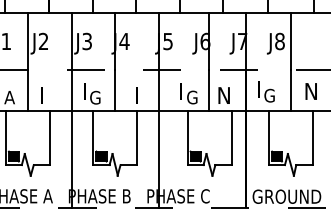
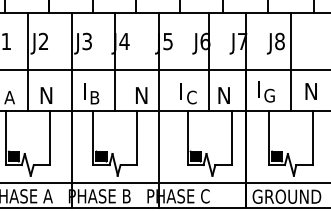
line at (165, 69): dashed -> solid
text at (46, 95): I -> N
text at (141, 95): I -> N
text at (95, 97): G -> B
text at (195, 97): G -> C
line at (164, 183): none -> present
line at (165, 208): dashed -> solid
